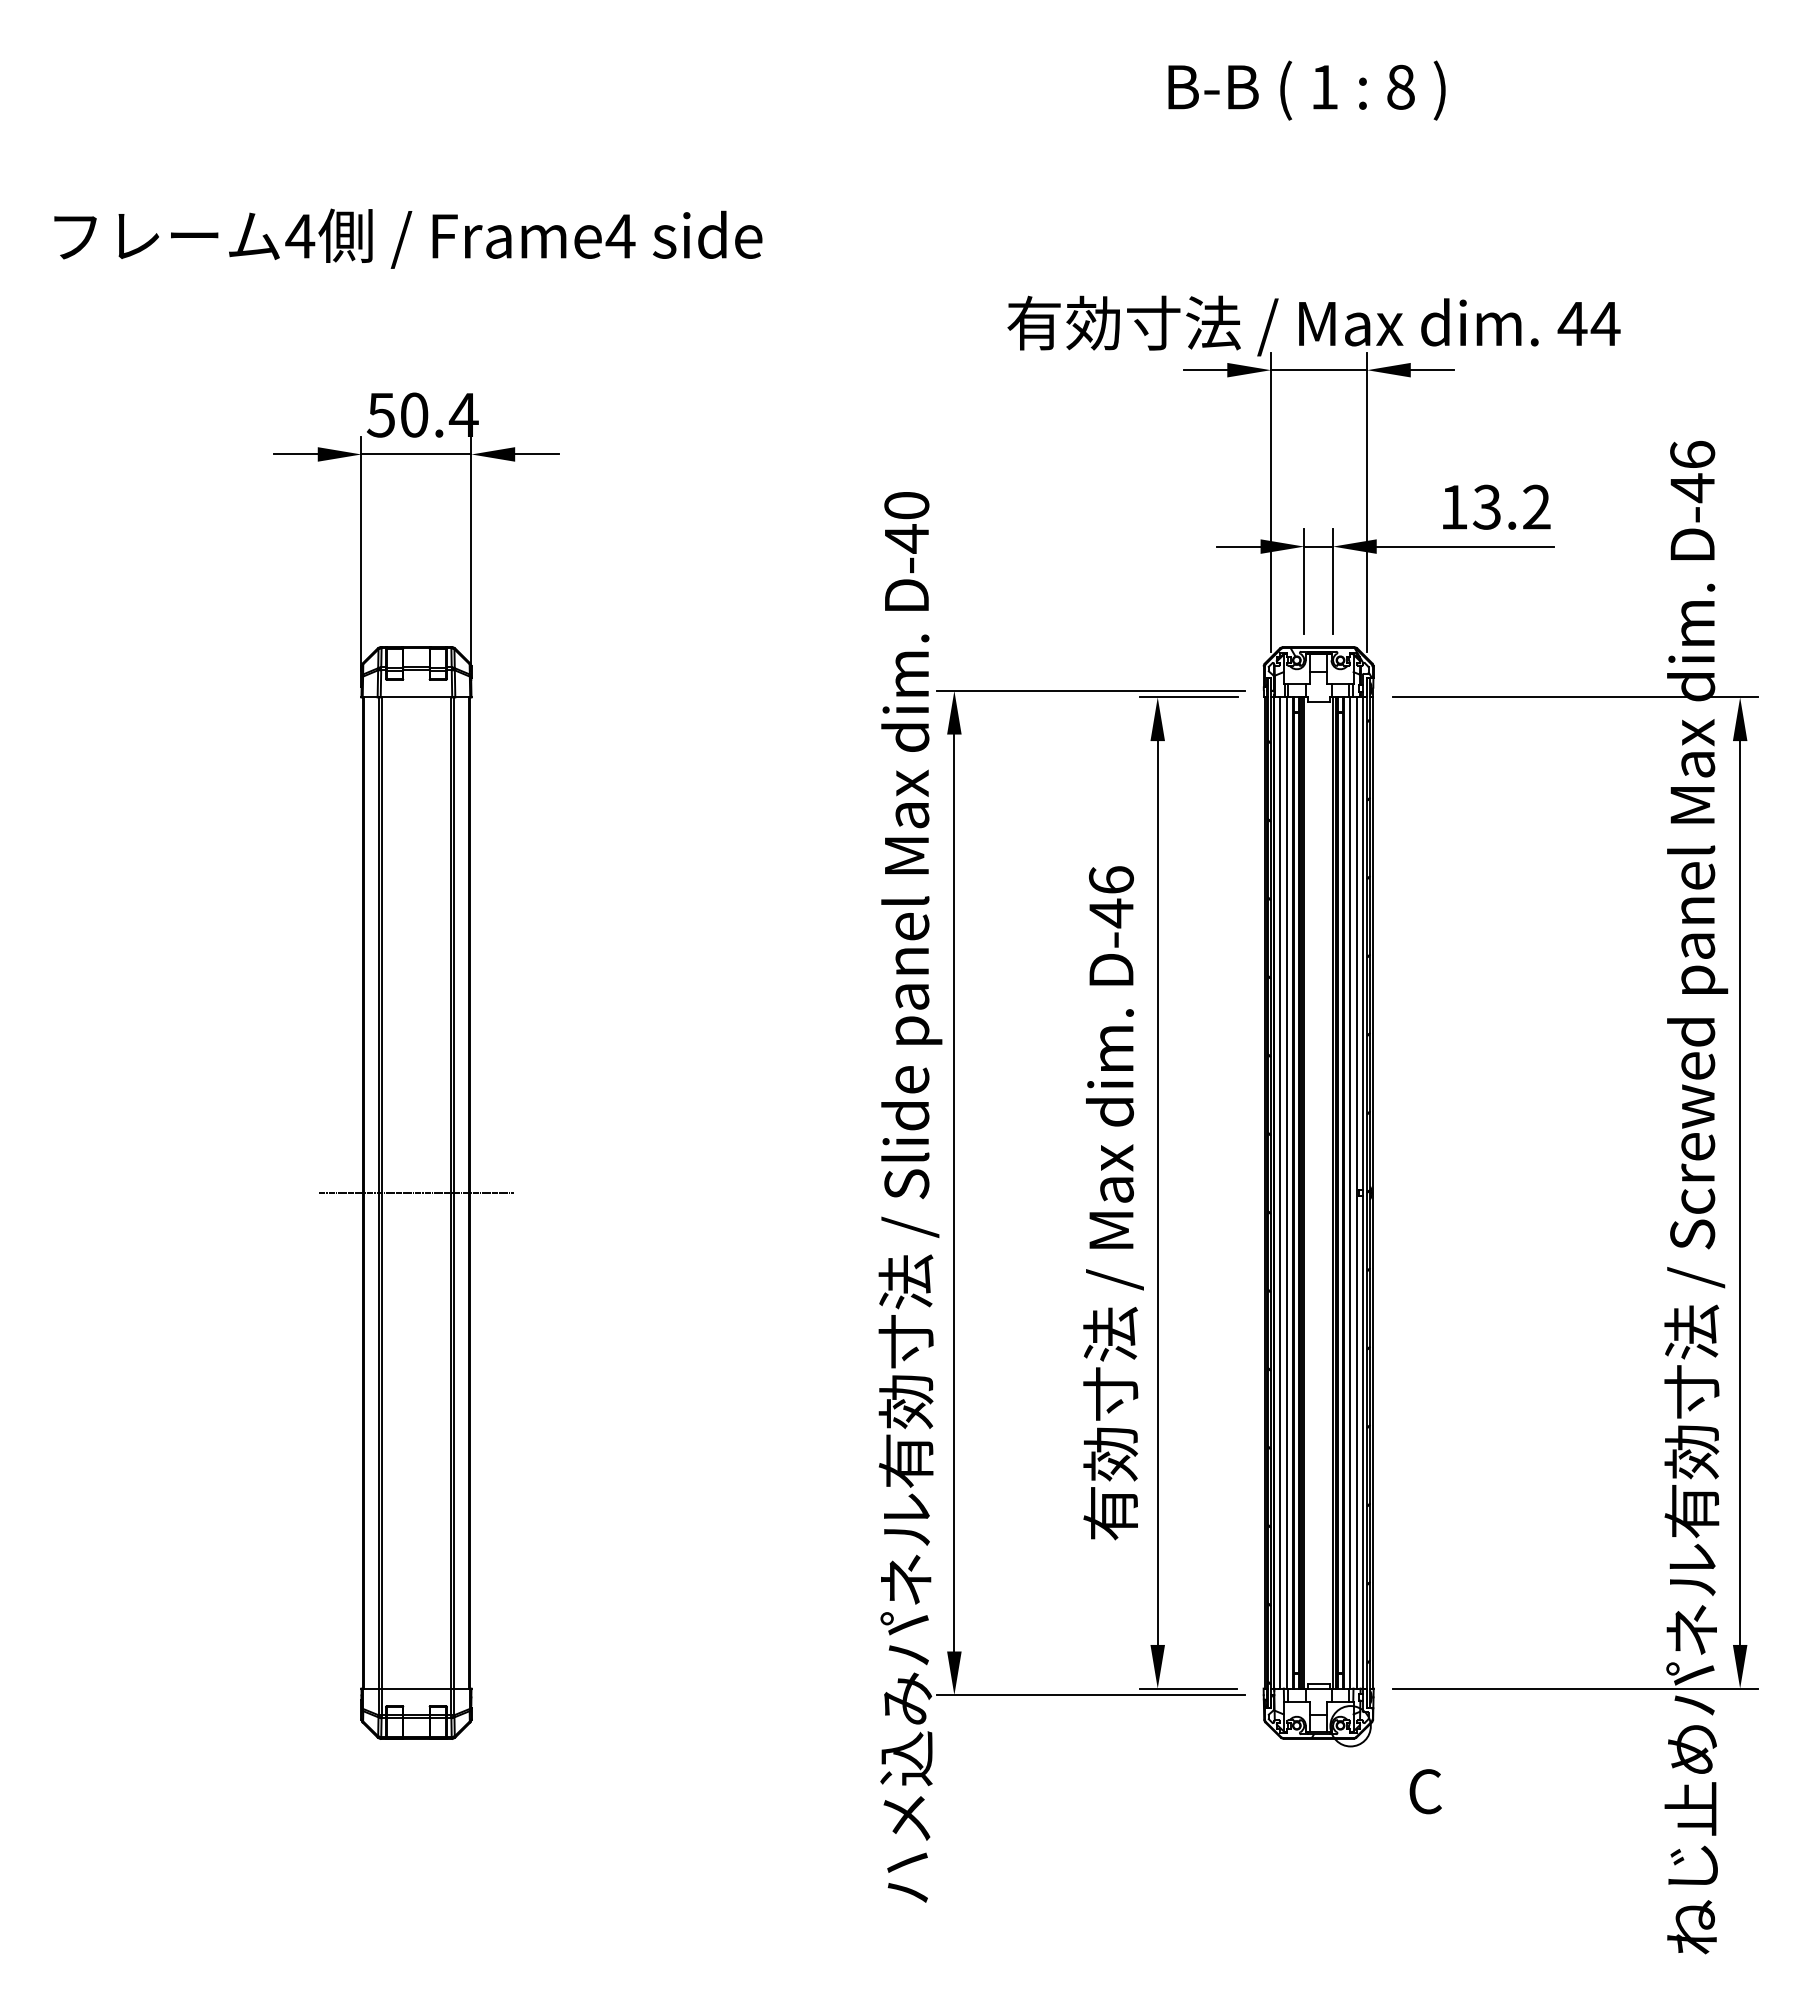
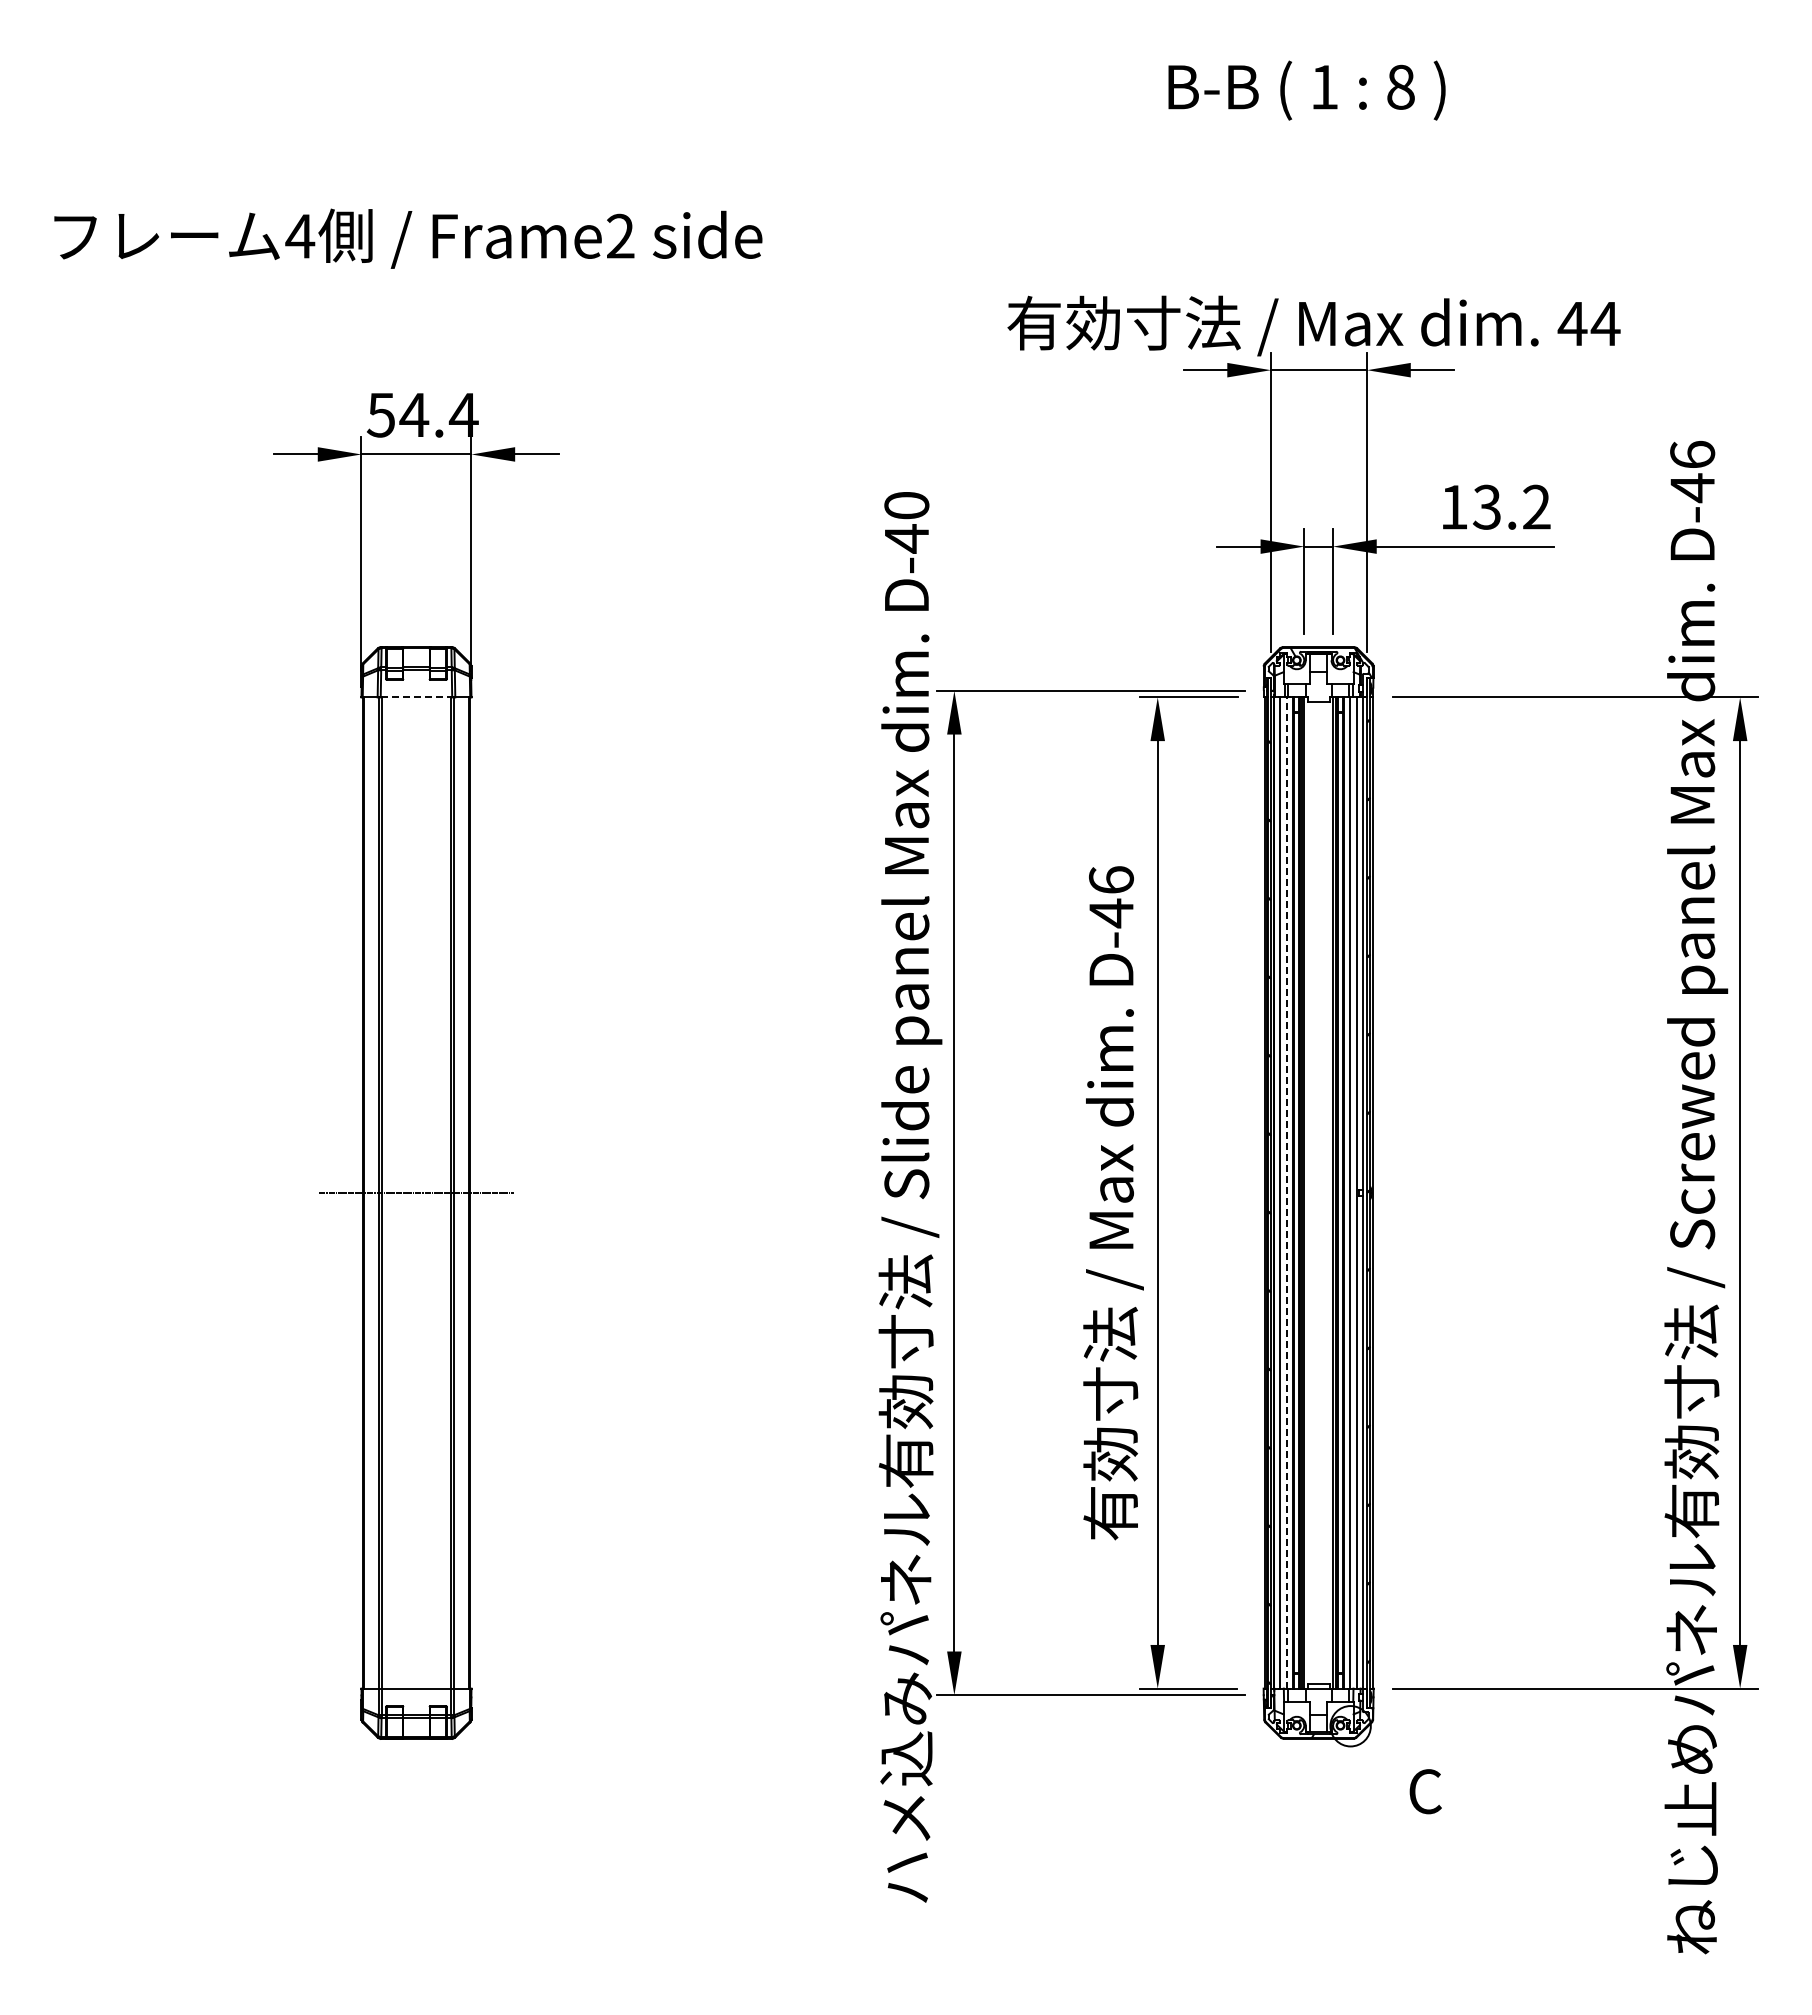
text at (620, 235): Frame4 -> Frame2
text at (414, 414): 50.4 -> 54.4
line at (416, 697): solid -> dashed
line at (1287, 1193): solid -> dashed
